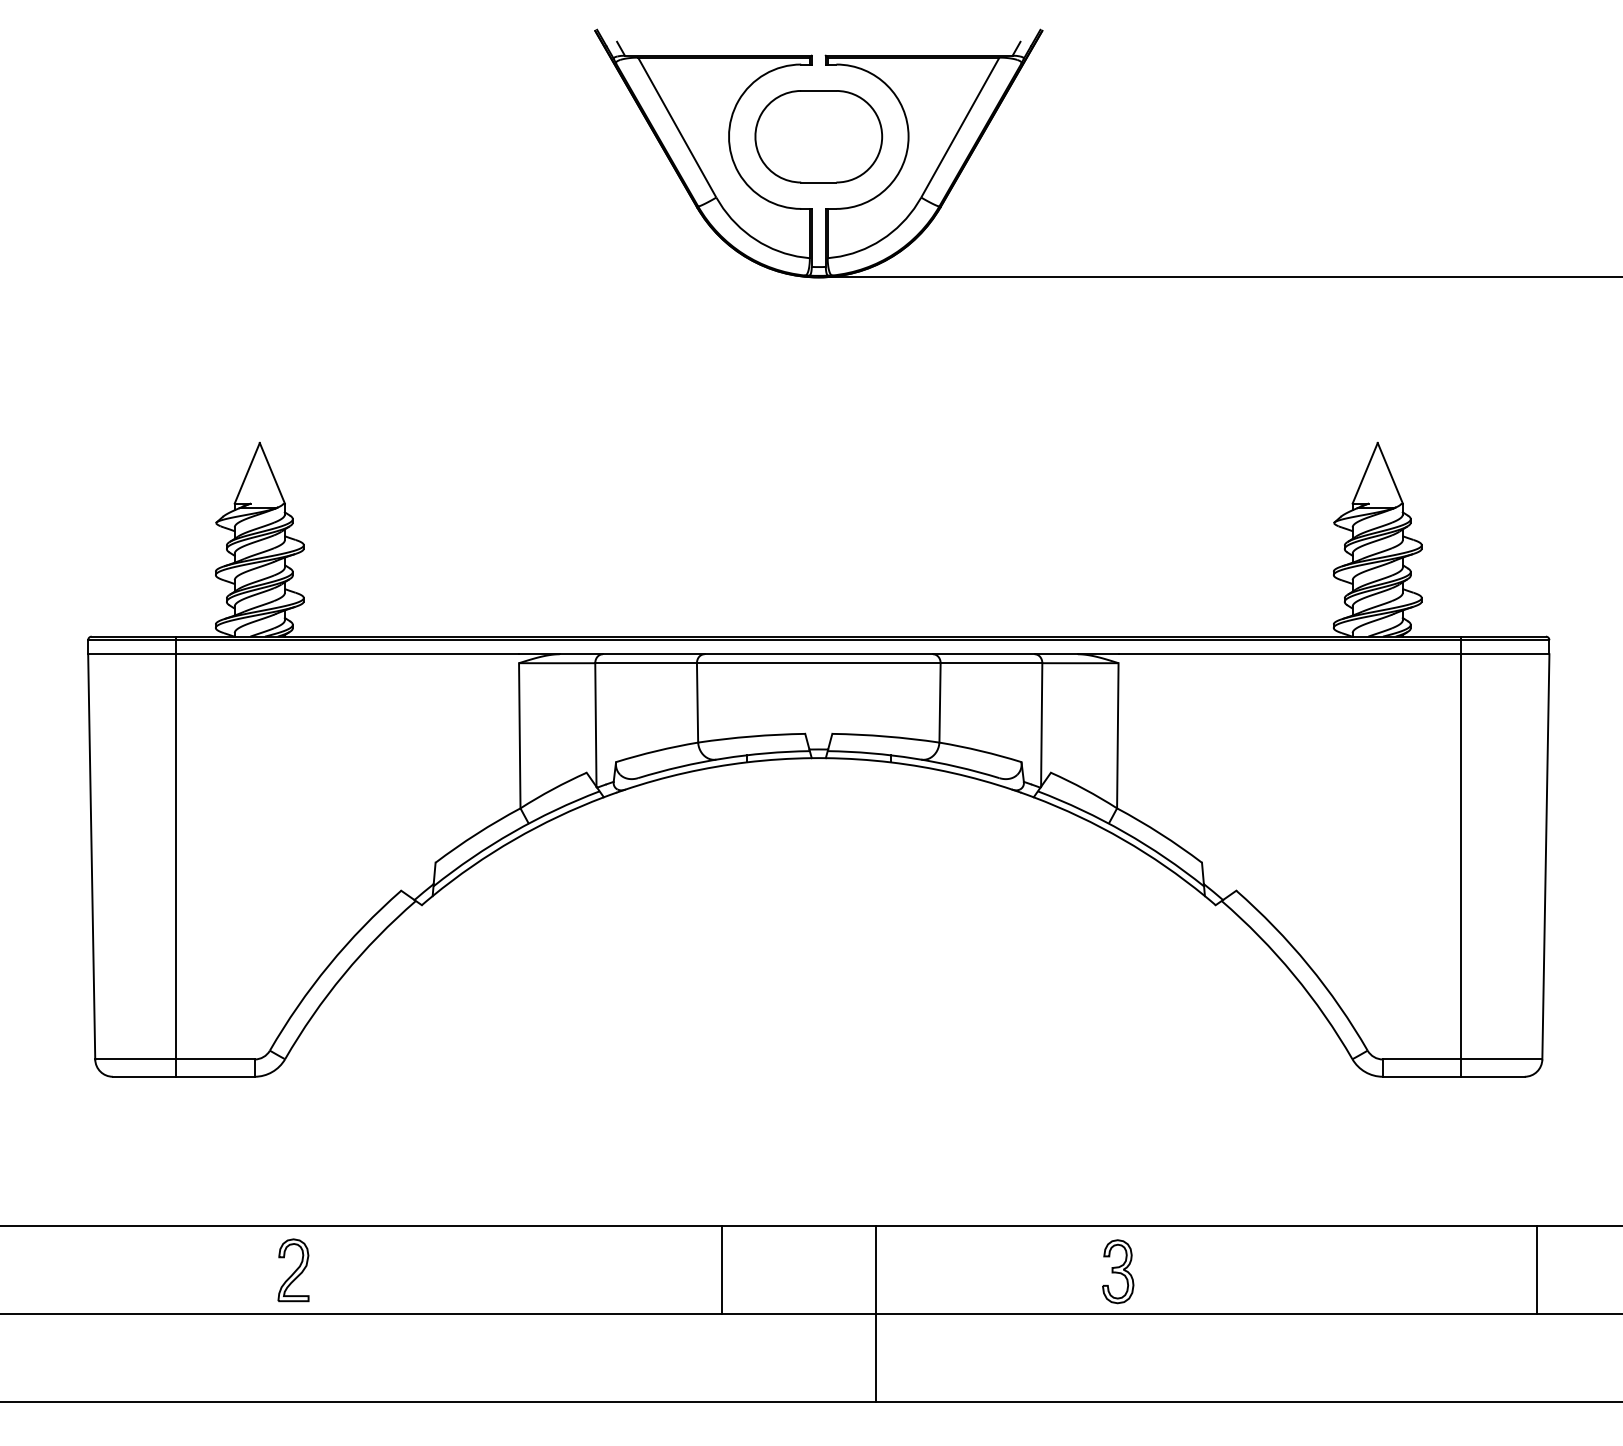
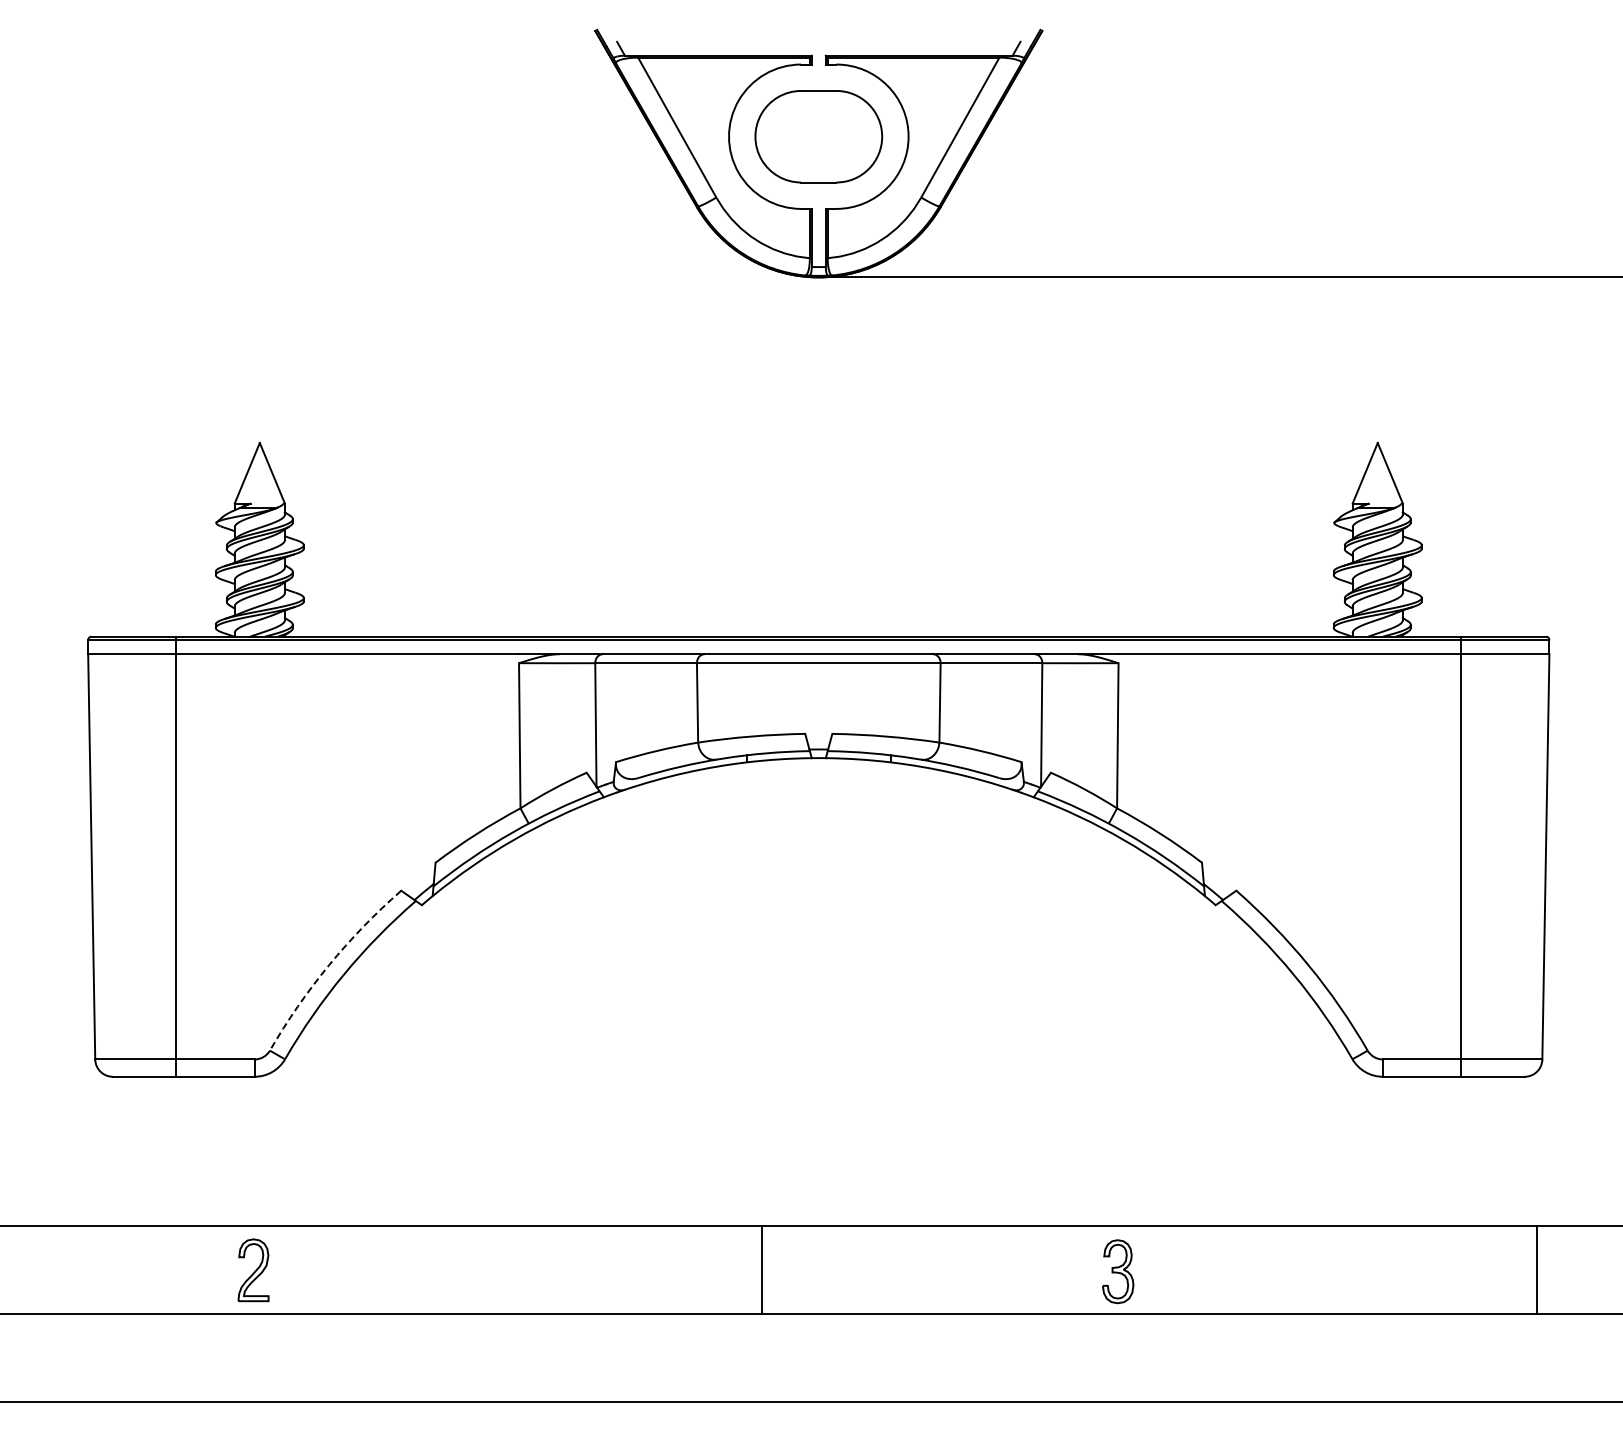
arc at (329, 965): solid -> dashed
part at (293, 1270) position: (293, 1270) -> (253, 1270)
line at (722, 1270) position: (722, 1270) -> (762, 1270)
line at (876, 1314): present -> none
